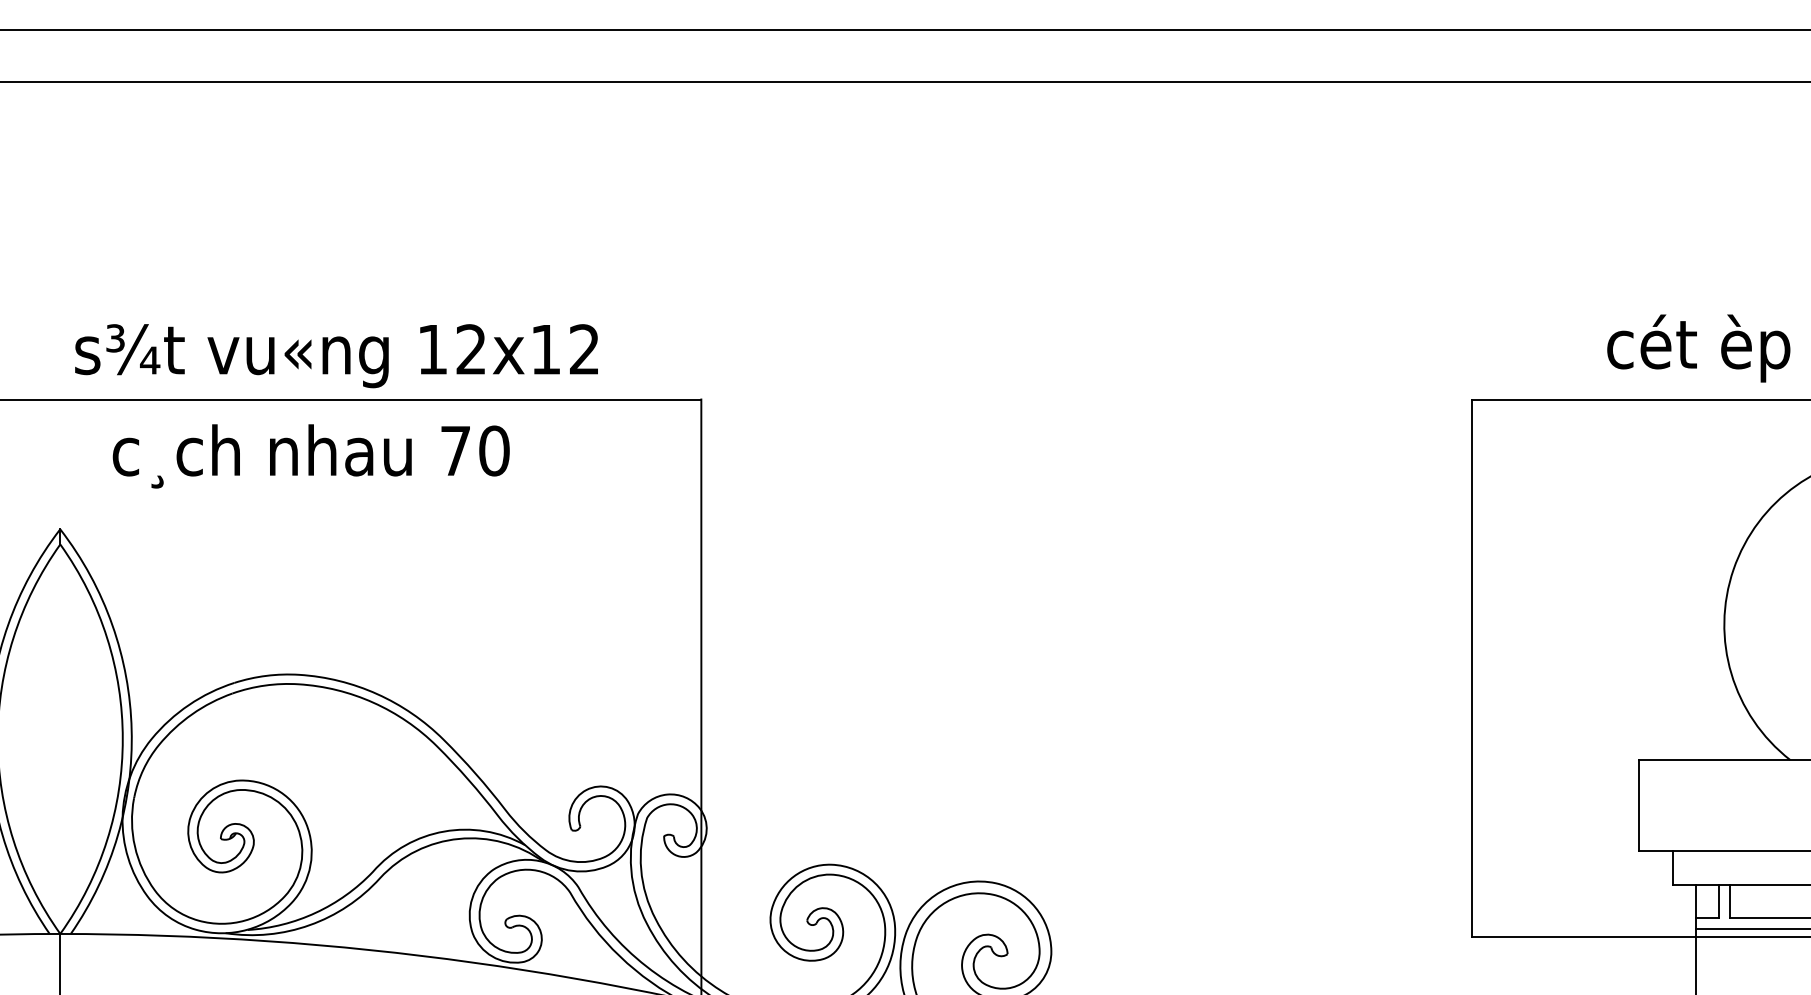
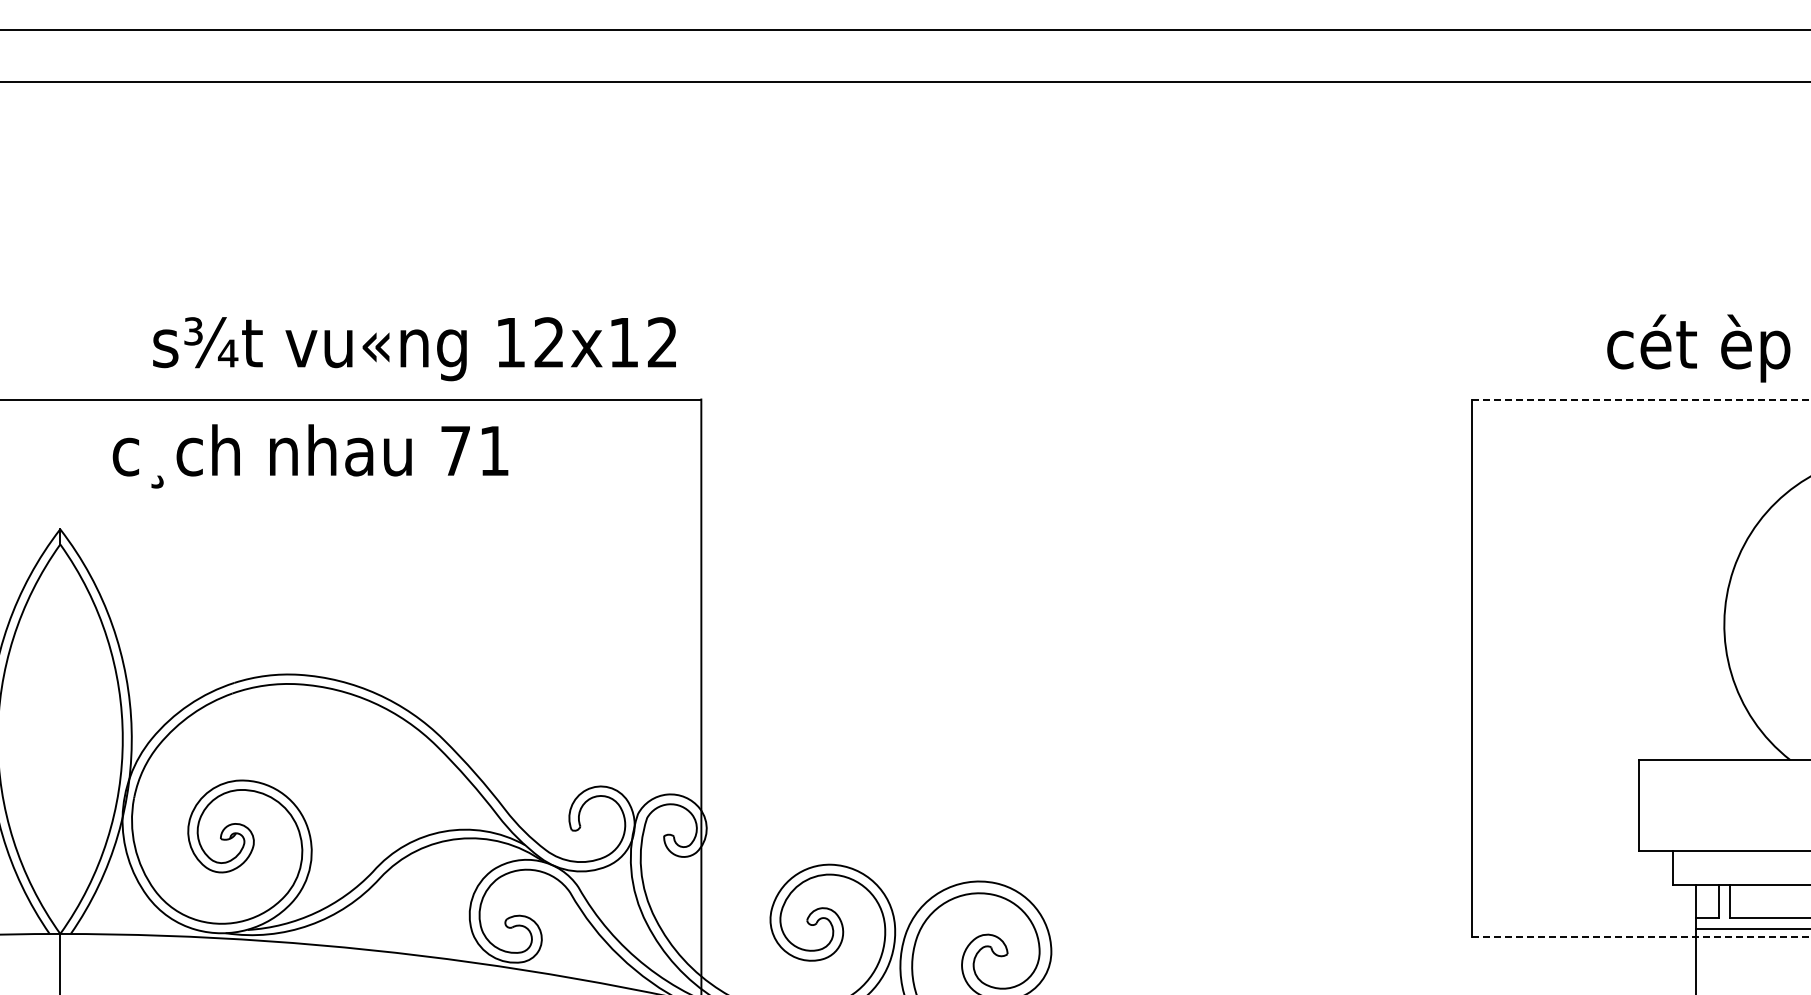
text at (336, 356) position: (336, 356) -> (414, 349)
line at (1641, 399): solid -> dashed
text at (494, 450): 70 -> 71
line at (1642, 936): solid -> dashed
